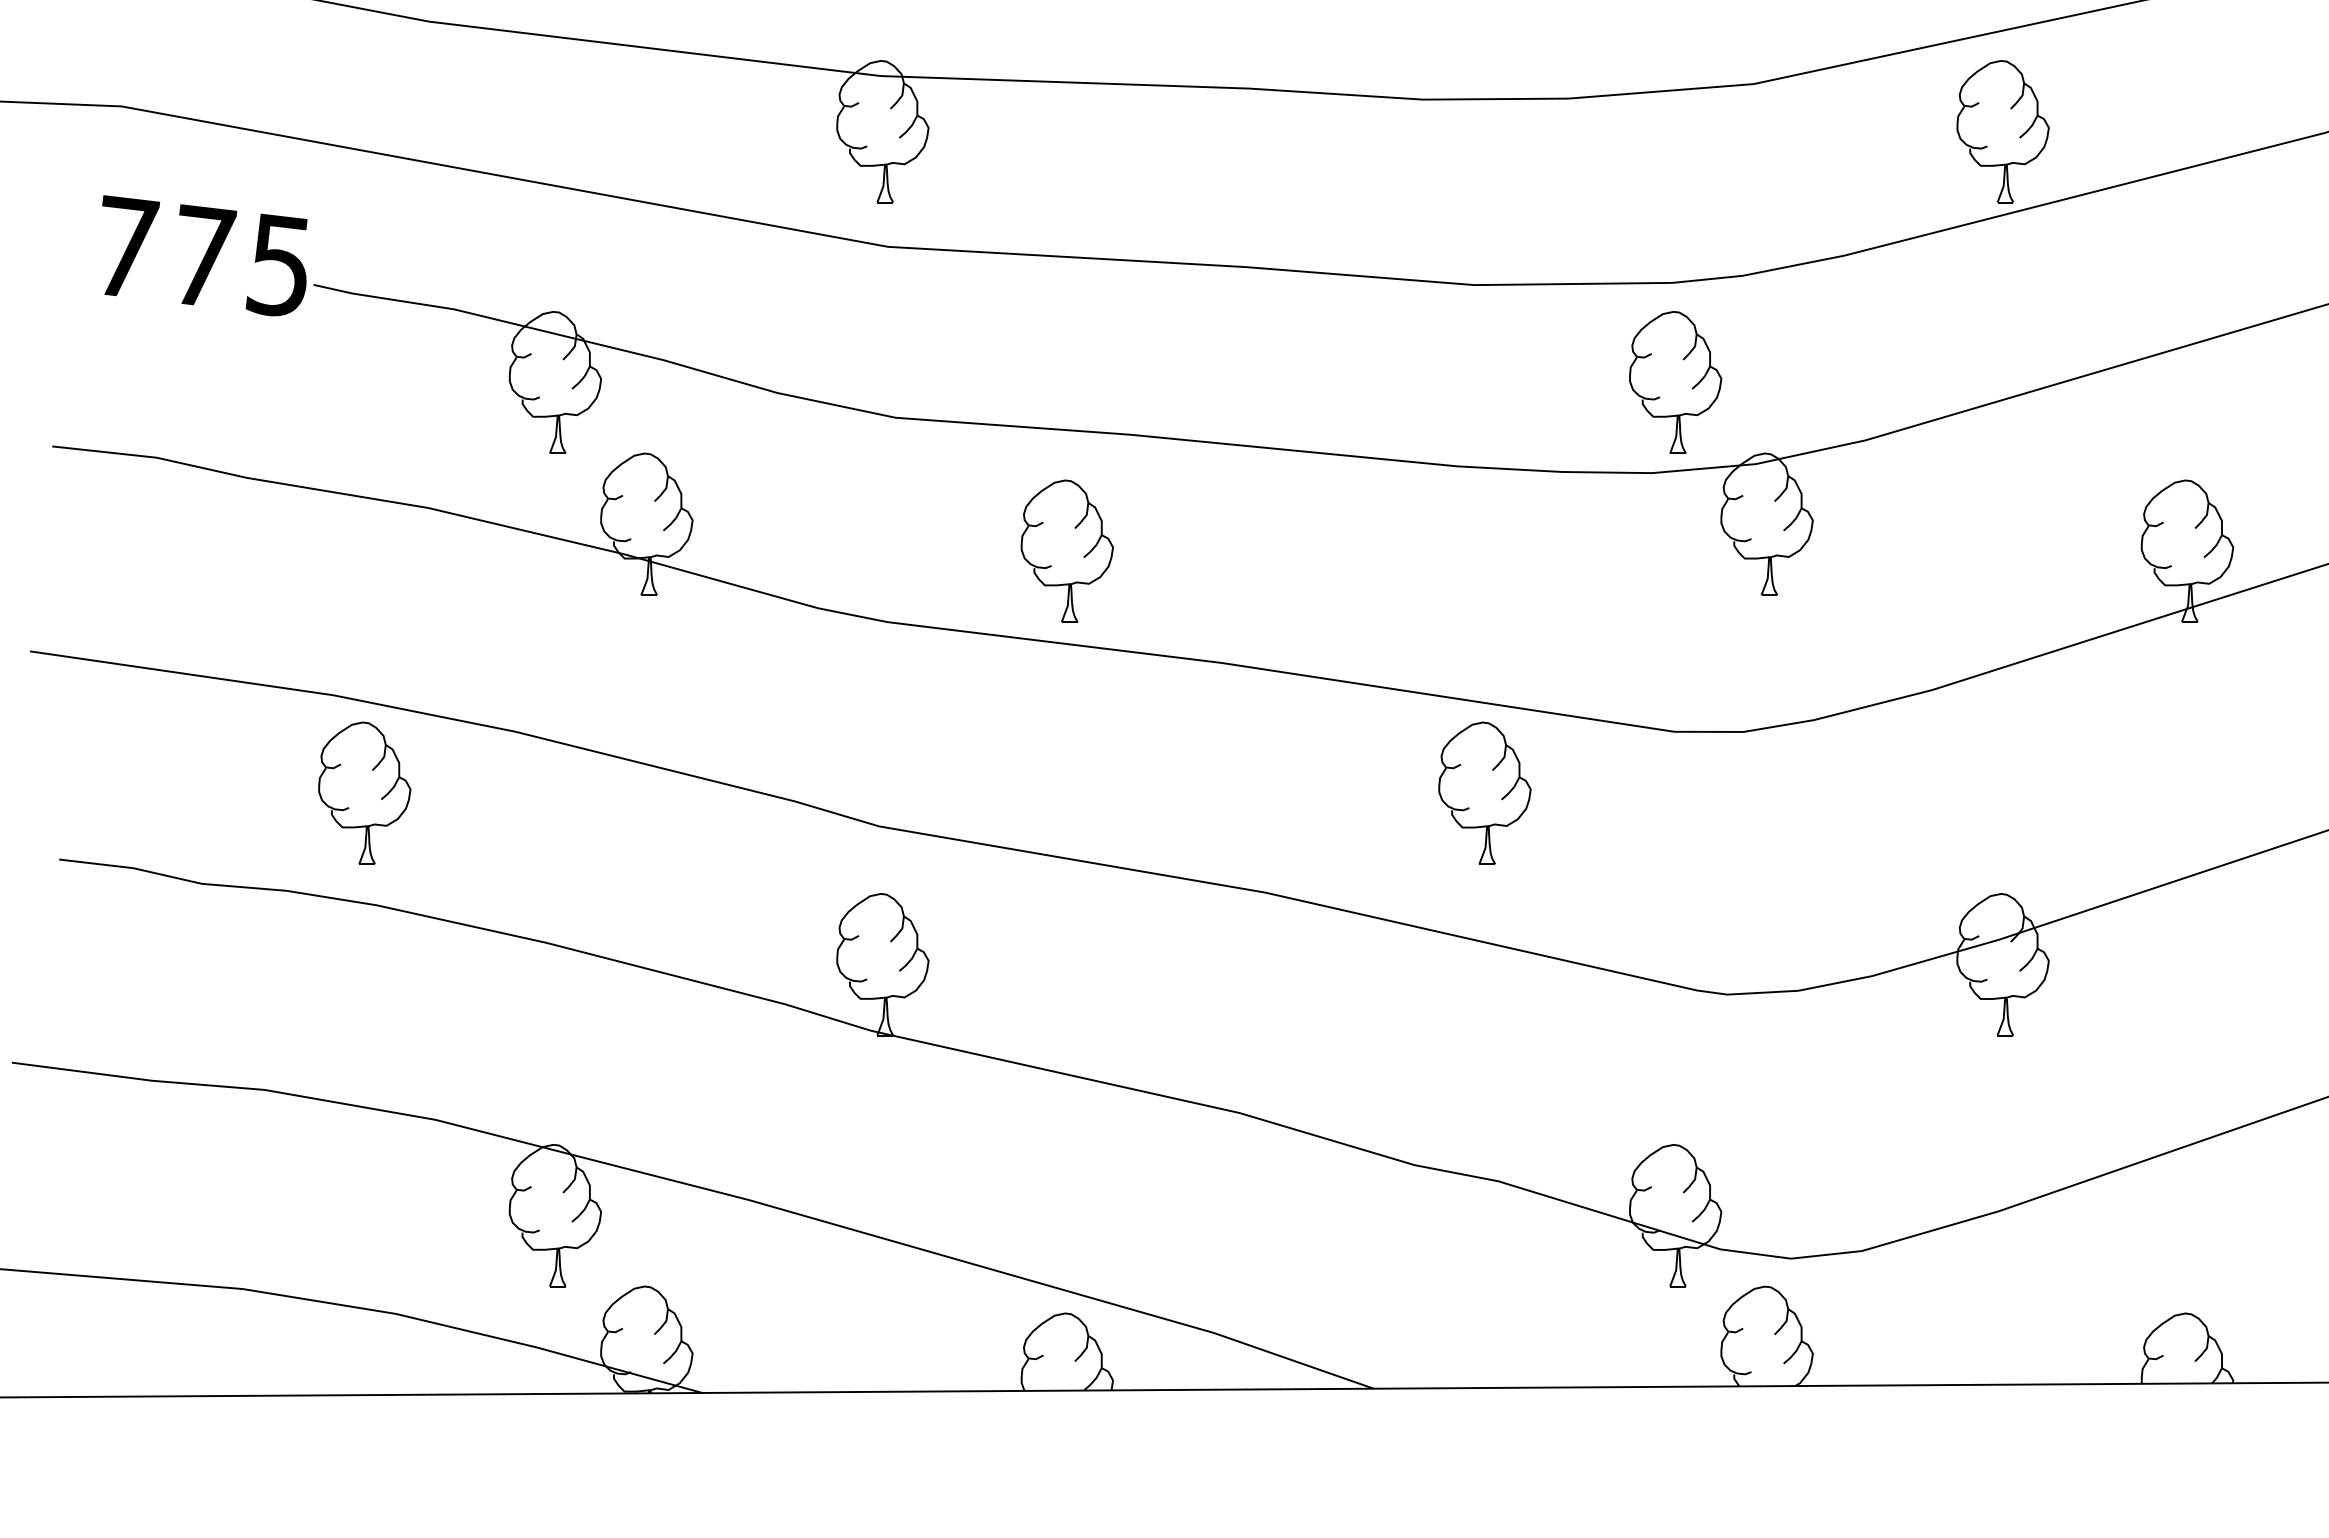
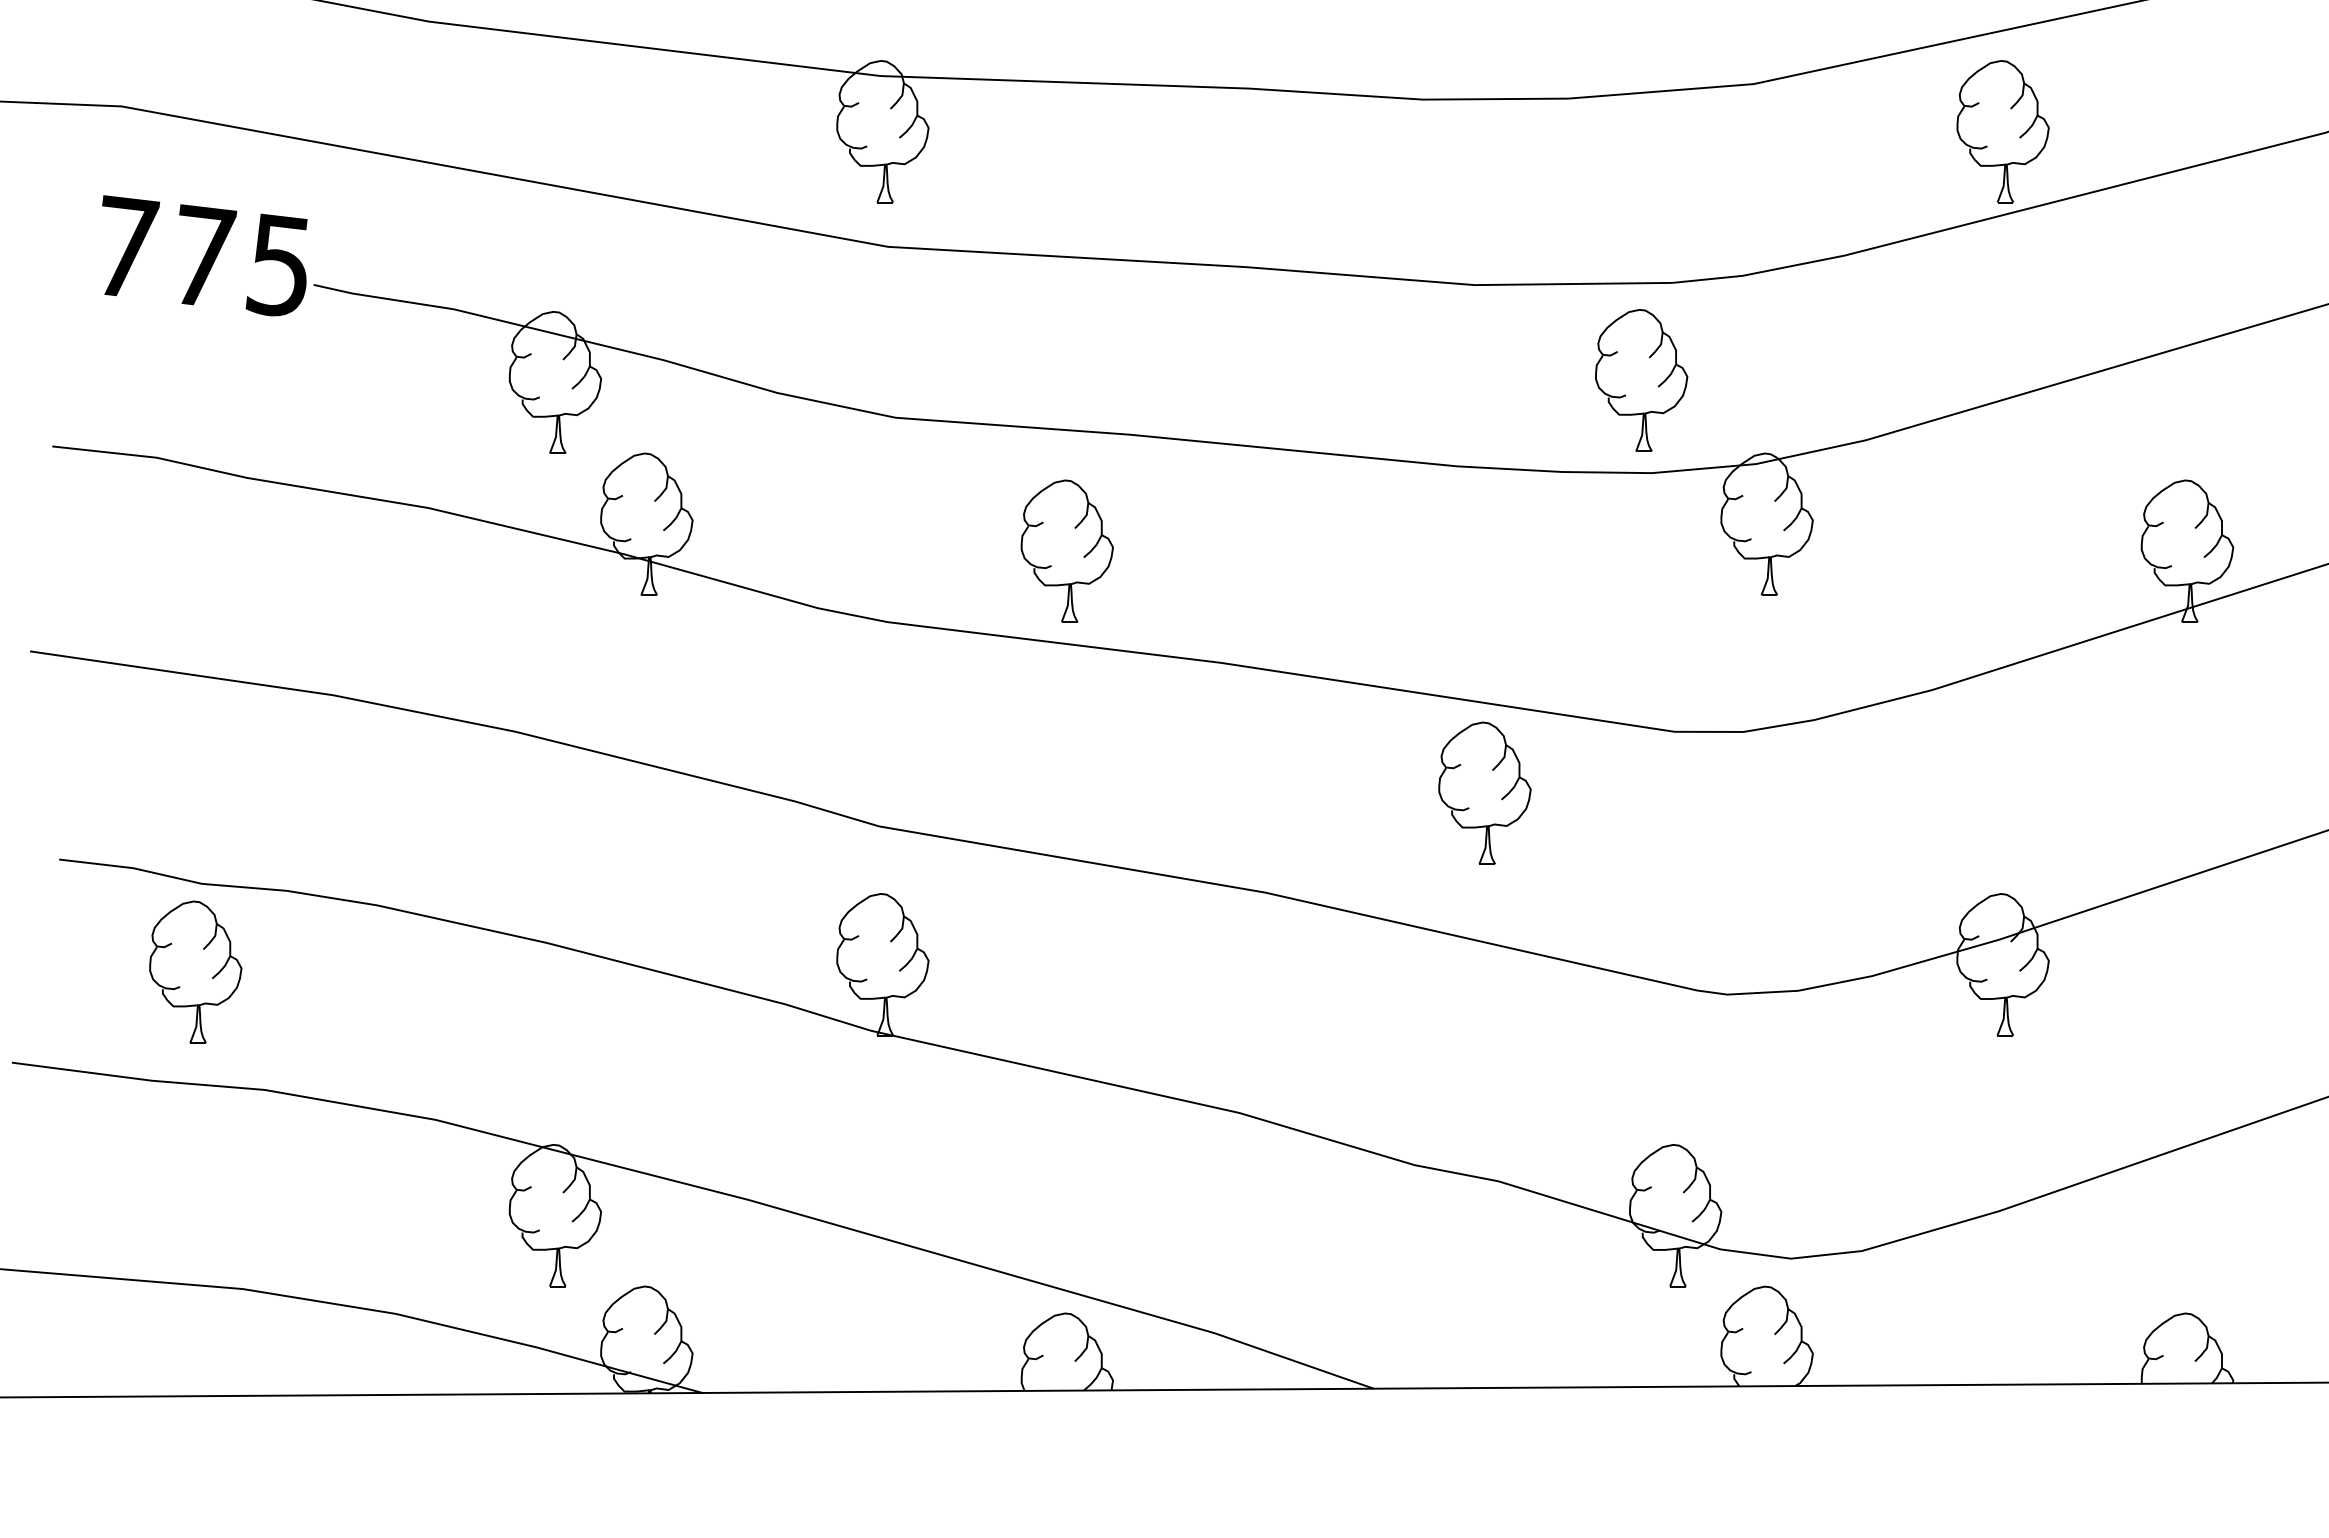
part at (1675, 382) position: (1675, 382) -> (1641, 380)
part at (364, 792) position: (364, 792) -> (195, 971)
